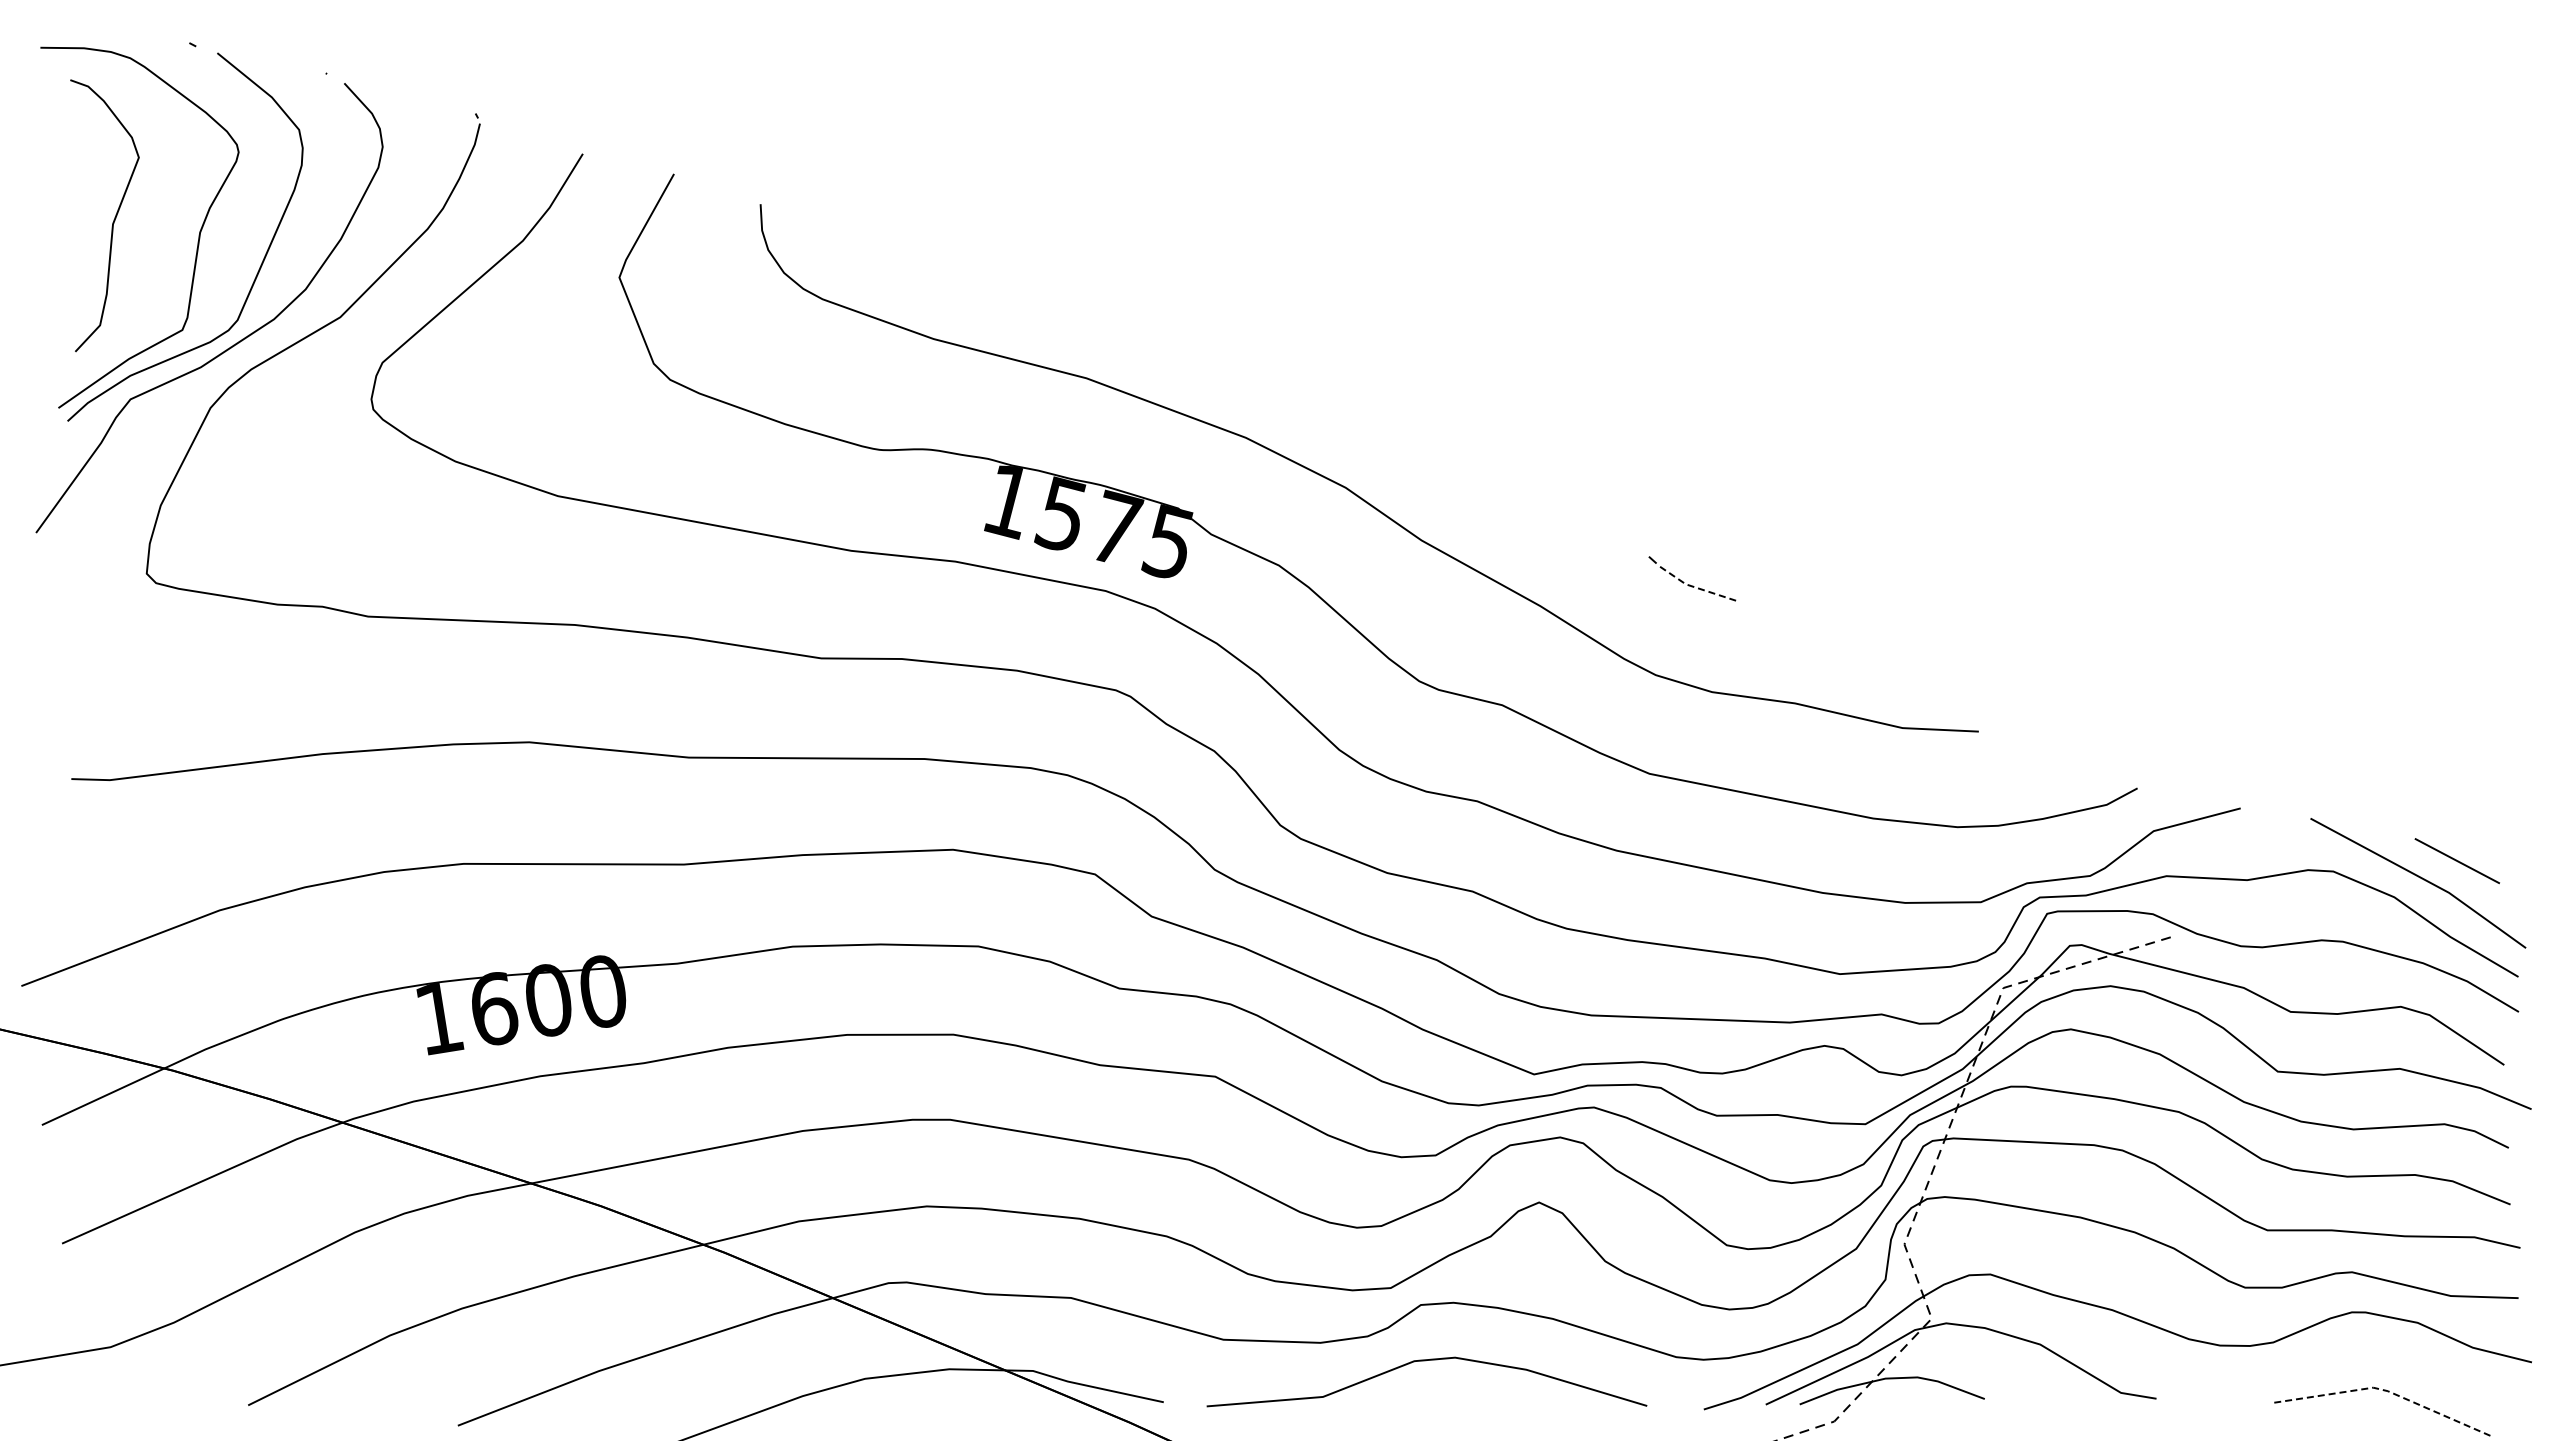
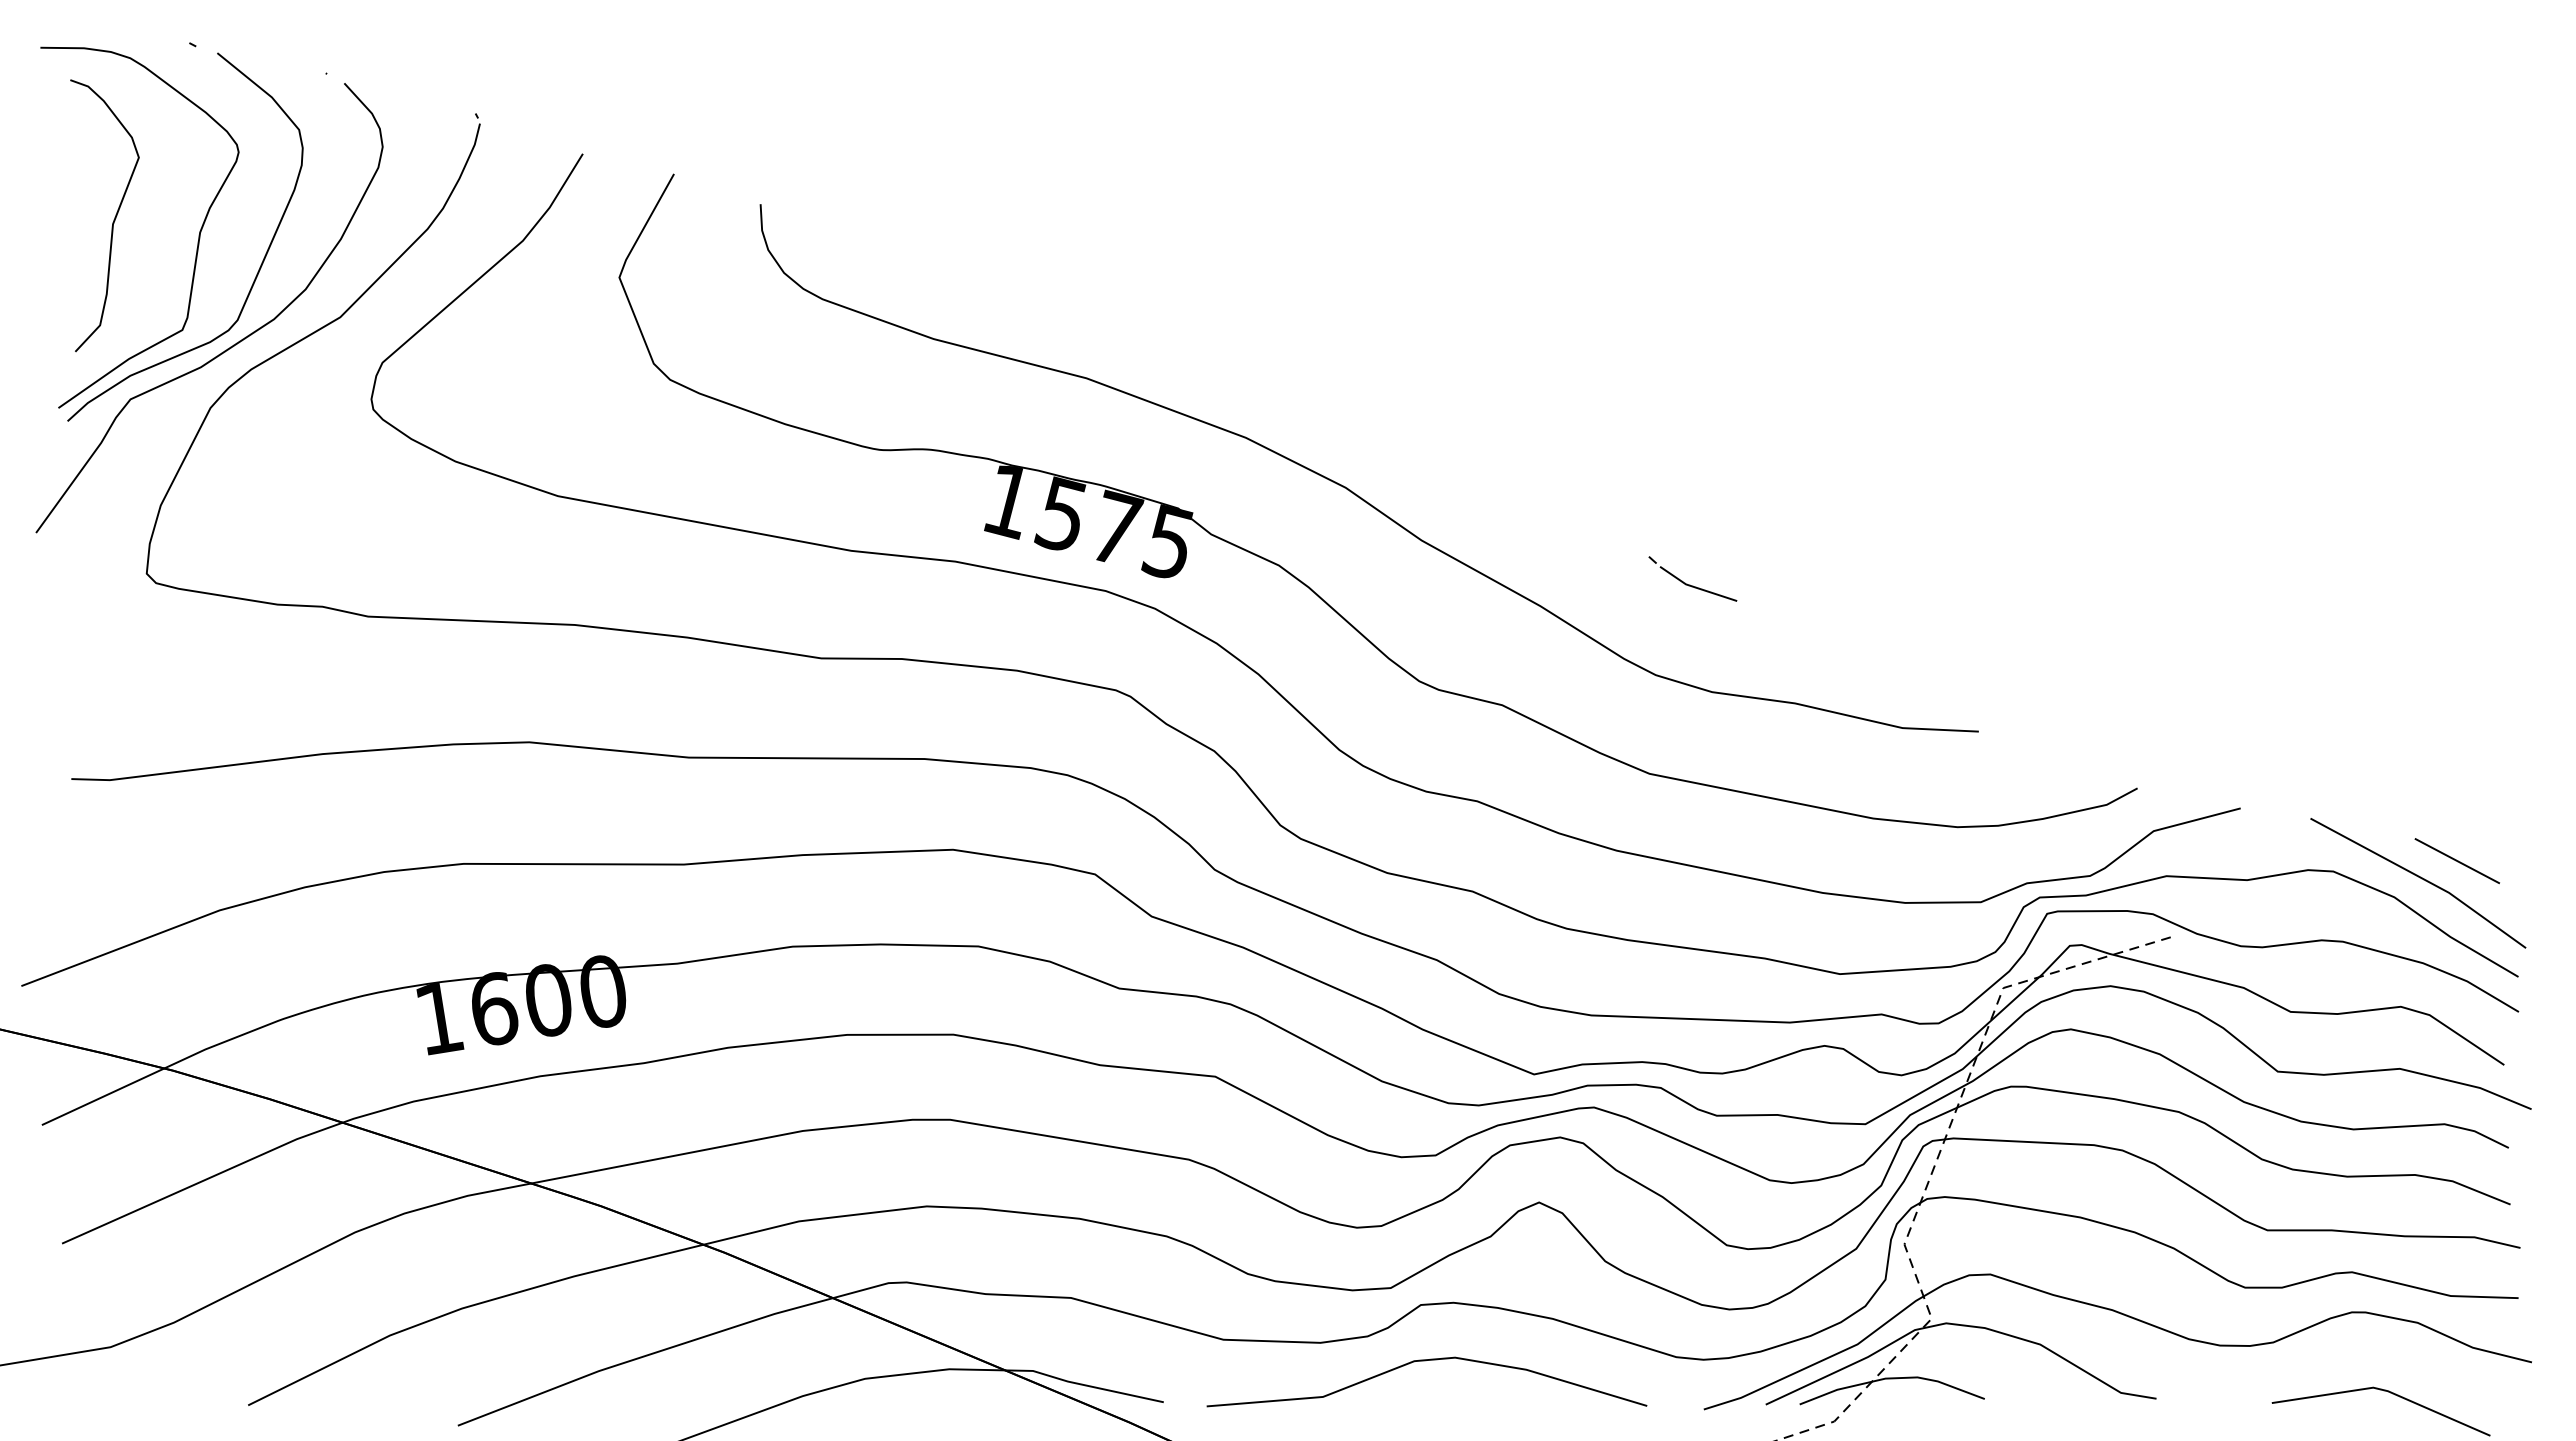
line at (1696, 587): dashed -> solid
line at (2384, 1390): dashed -> solid
